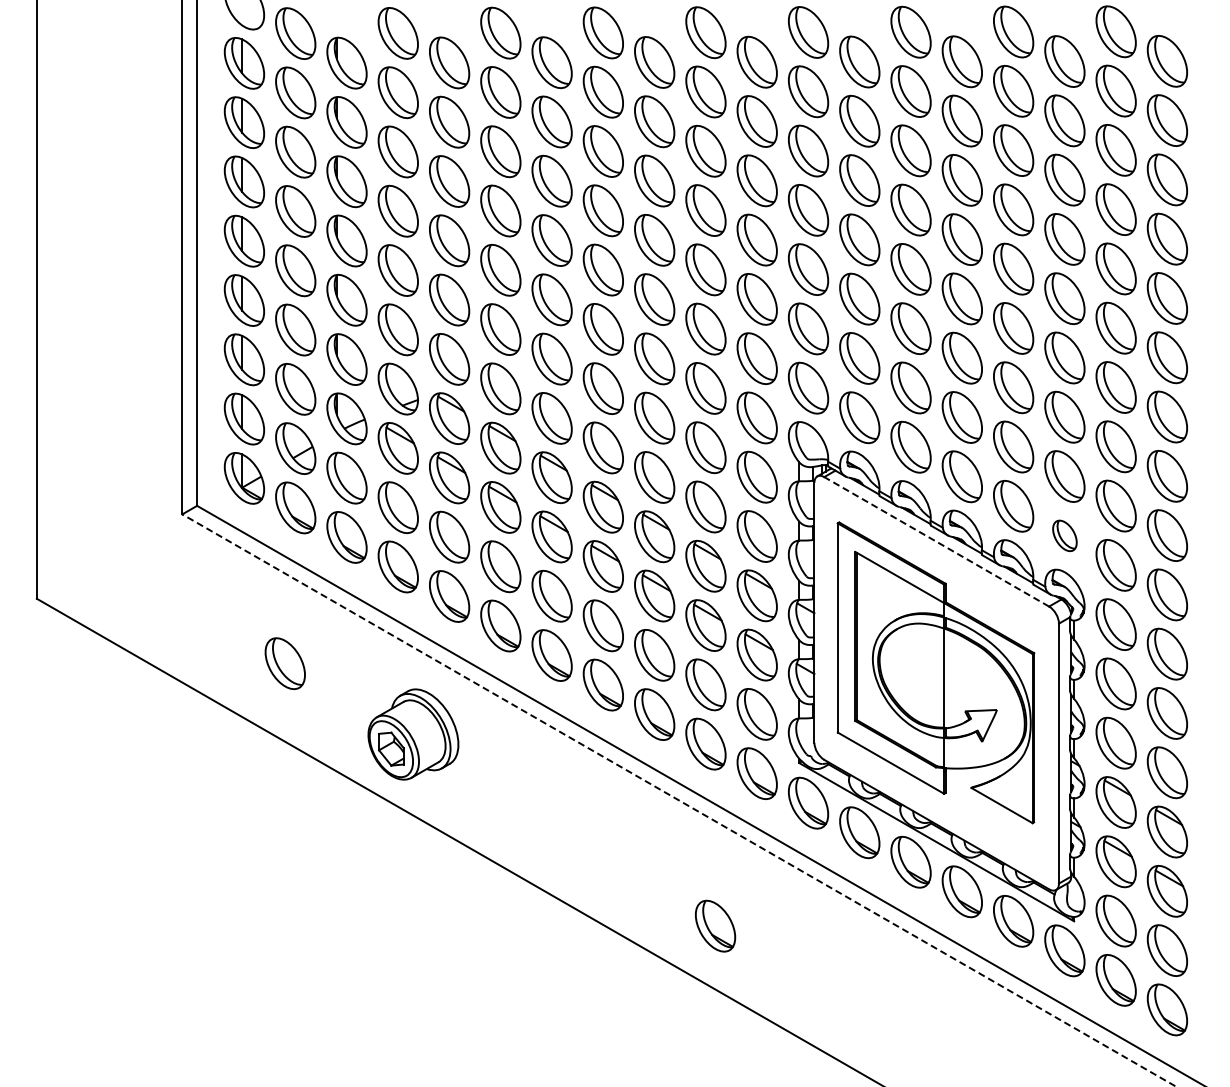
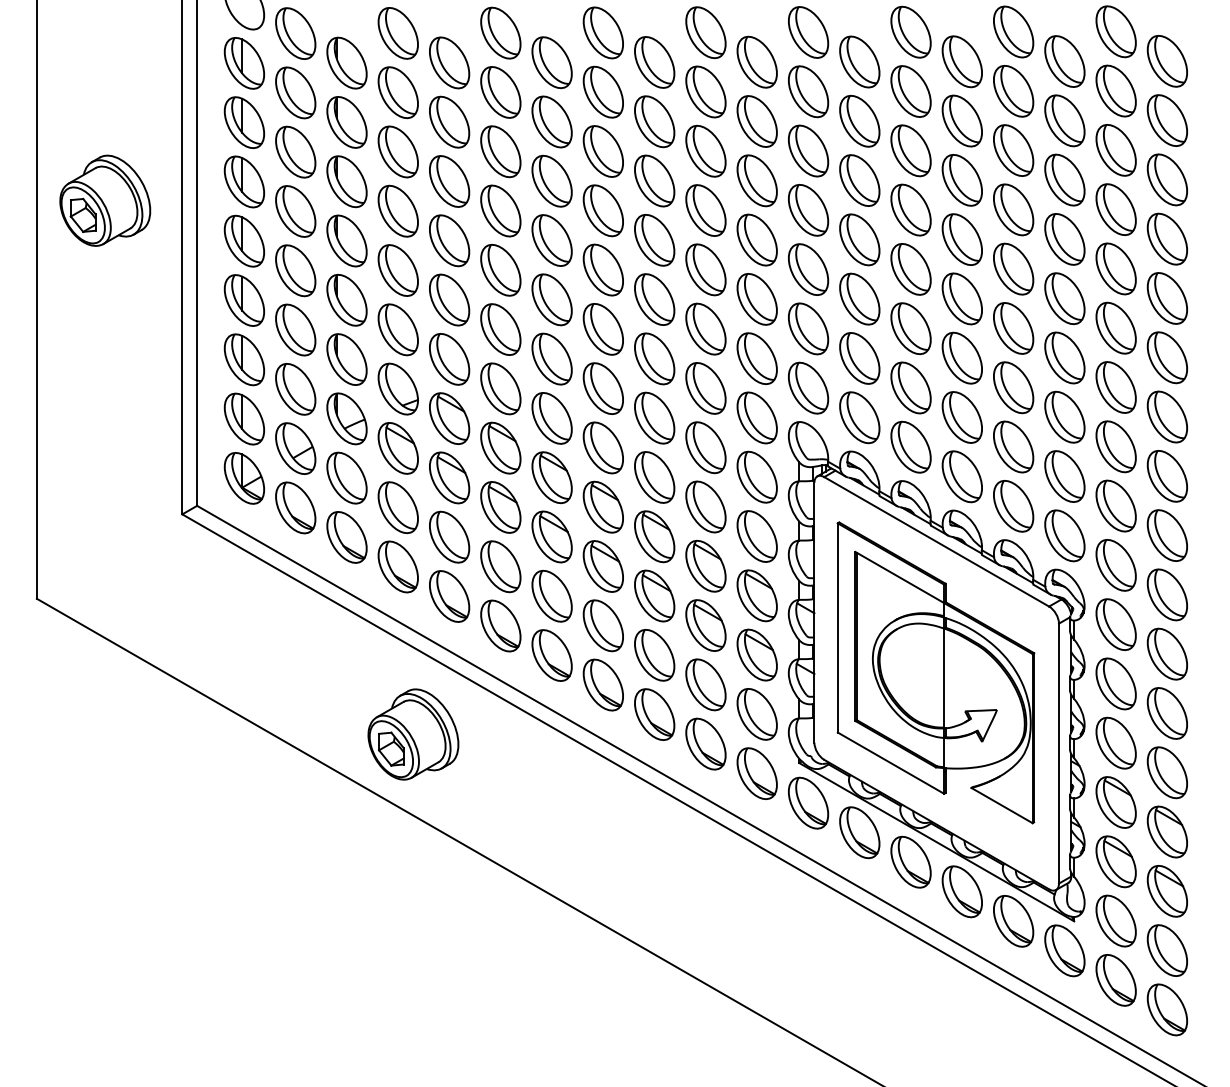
part at (105, 200): none -> present
part at (1064, 535) size: 26x34 px -> 42x54 px
line at (936, 541): dashed -> solid
part at (284, 663): present -> none
line at (678, 800): dashed -> solid
part at (715, 925): present -> none
